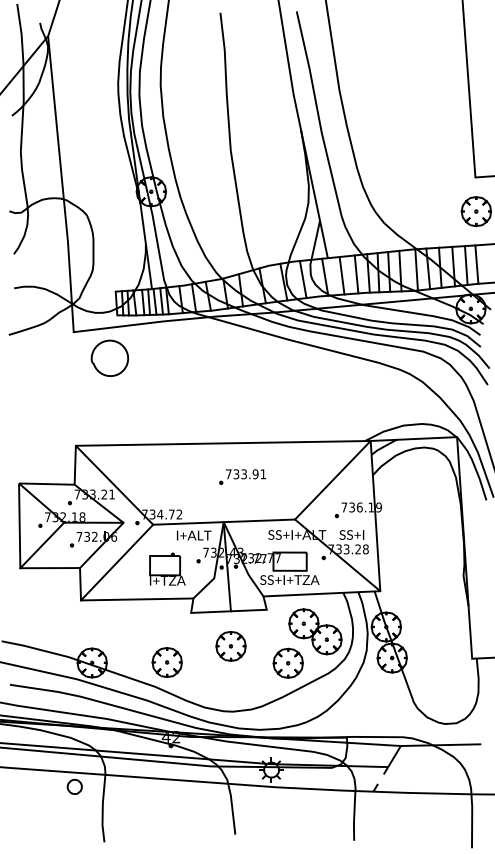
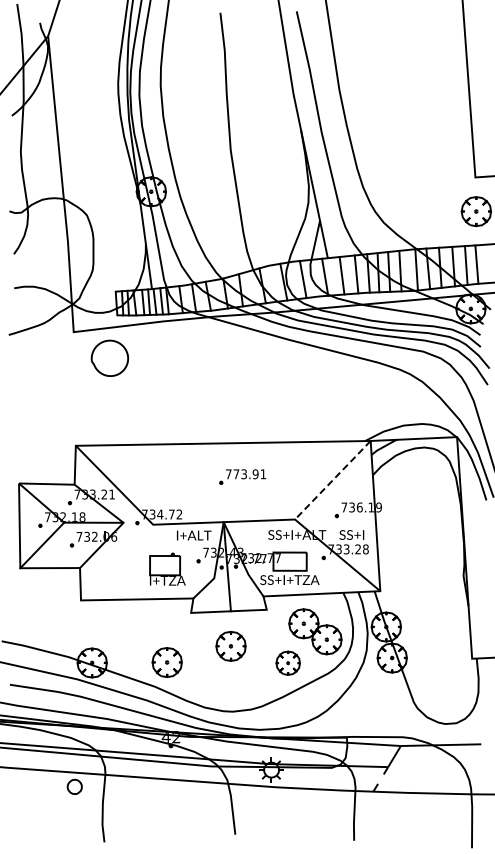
text at (236, 474): 733.91 -> 773.91
line at (332, 480): solid -> dashed
line at (117, 562): present -> none
part at (287, 662) size: 32x32 px -> 26x26 px
